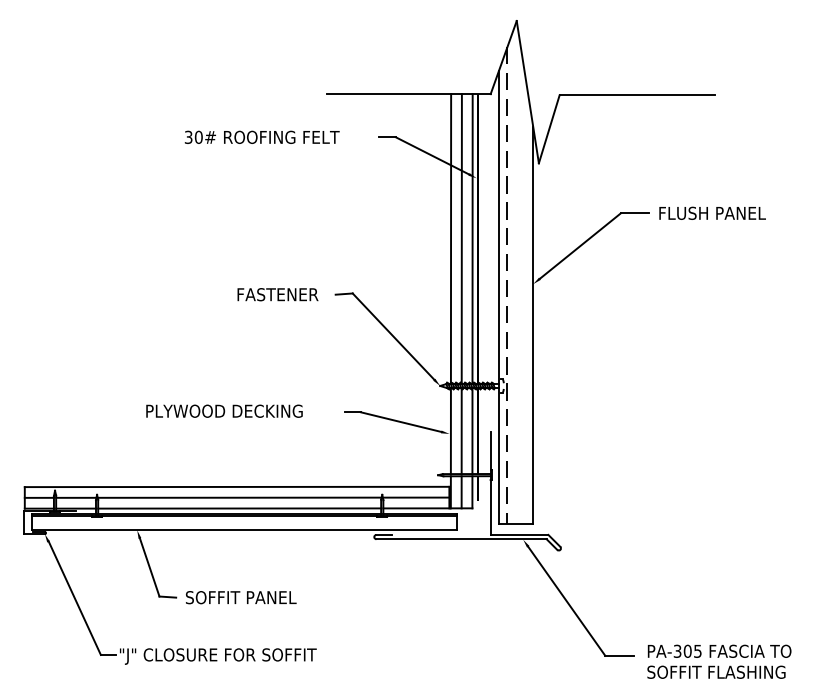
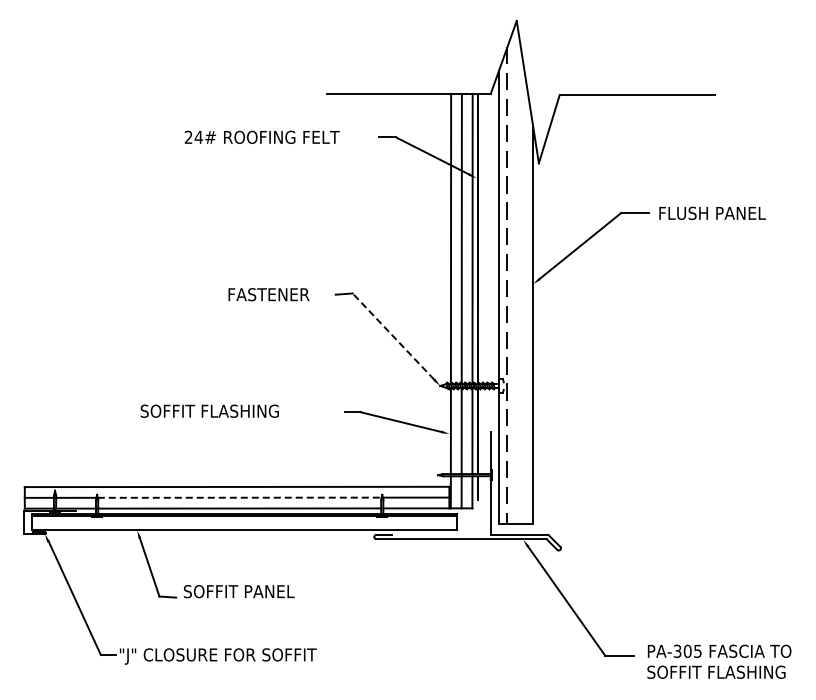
text at (193, 136): 30# -> 24#
text at (277, 294) position: (277, 294) -> (268, 294)
line at (393, 336): solid -> dashed
text at (221, 410): PLYWOOD DECKING -> SOFFIT FLASHING
line at (239, 497): solid -> dashed
text at (241, 597) position: (241, 597) -> (239, 591)
